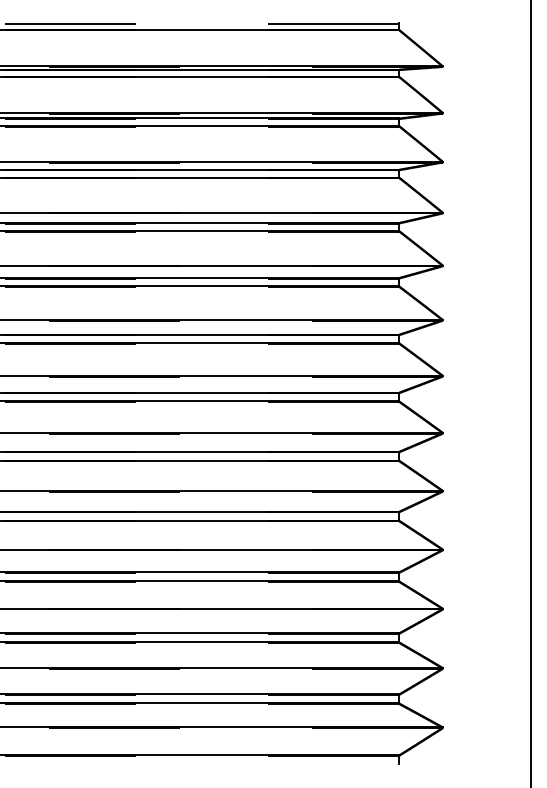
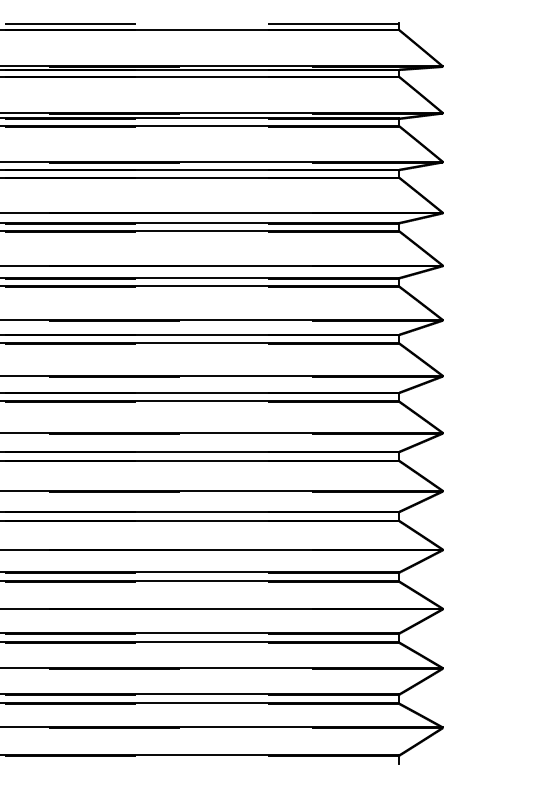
line at (530, 393): present -> none
